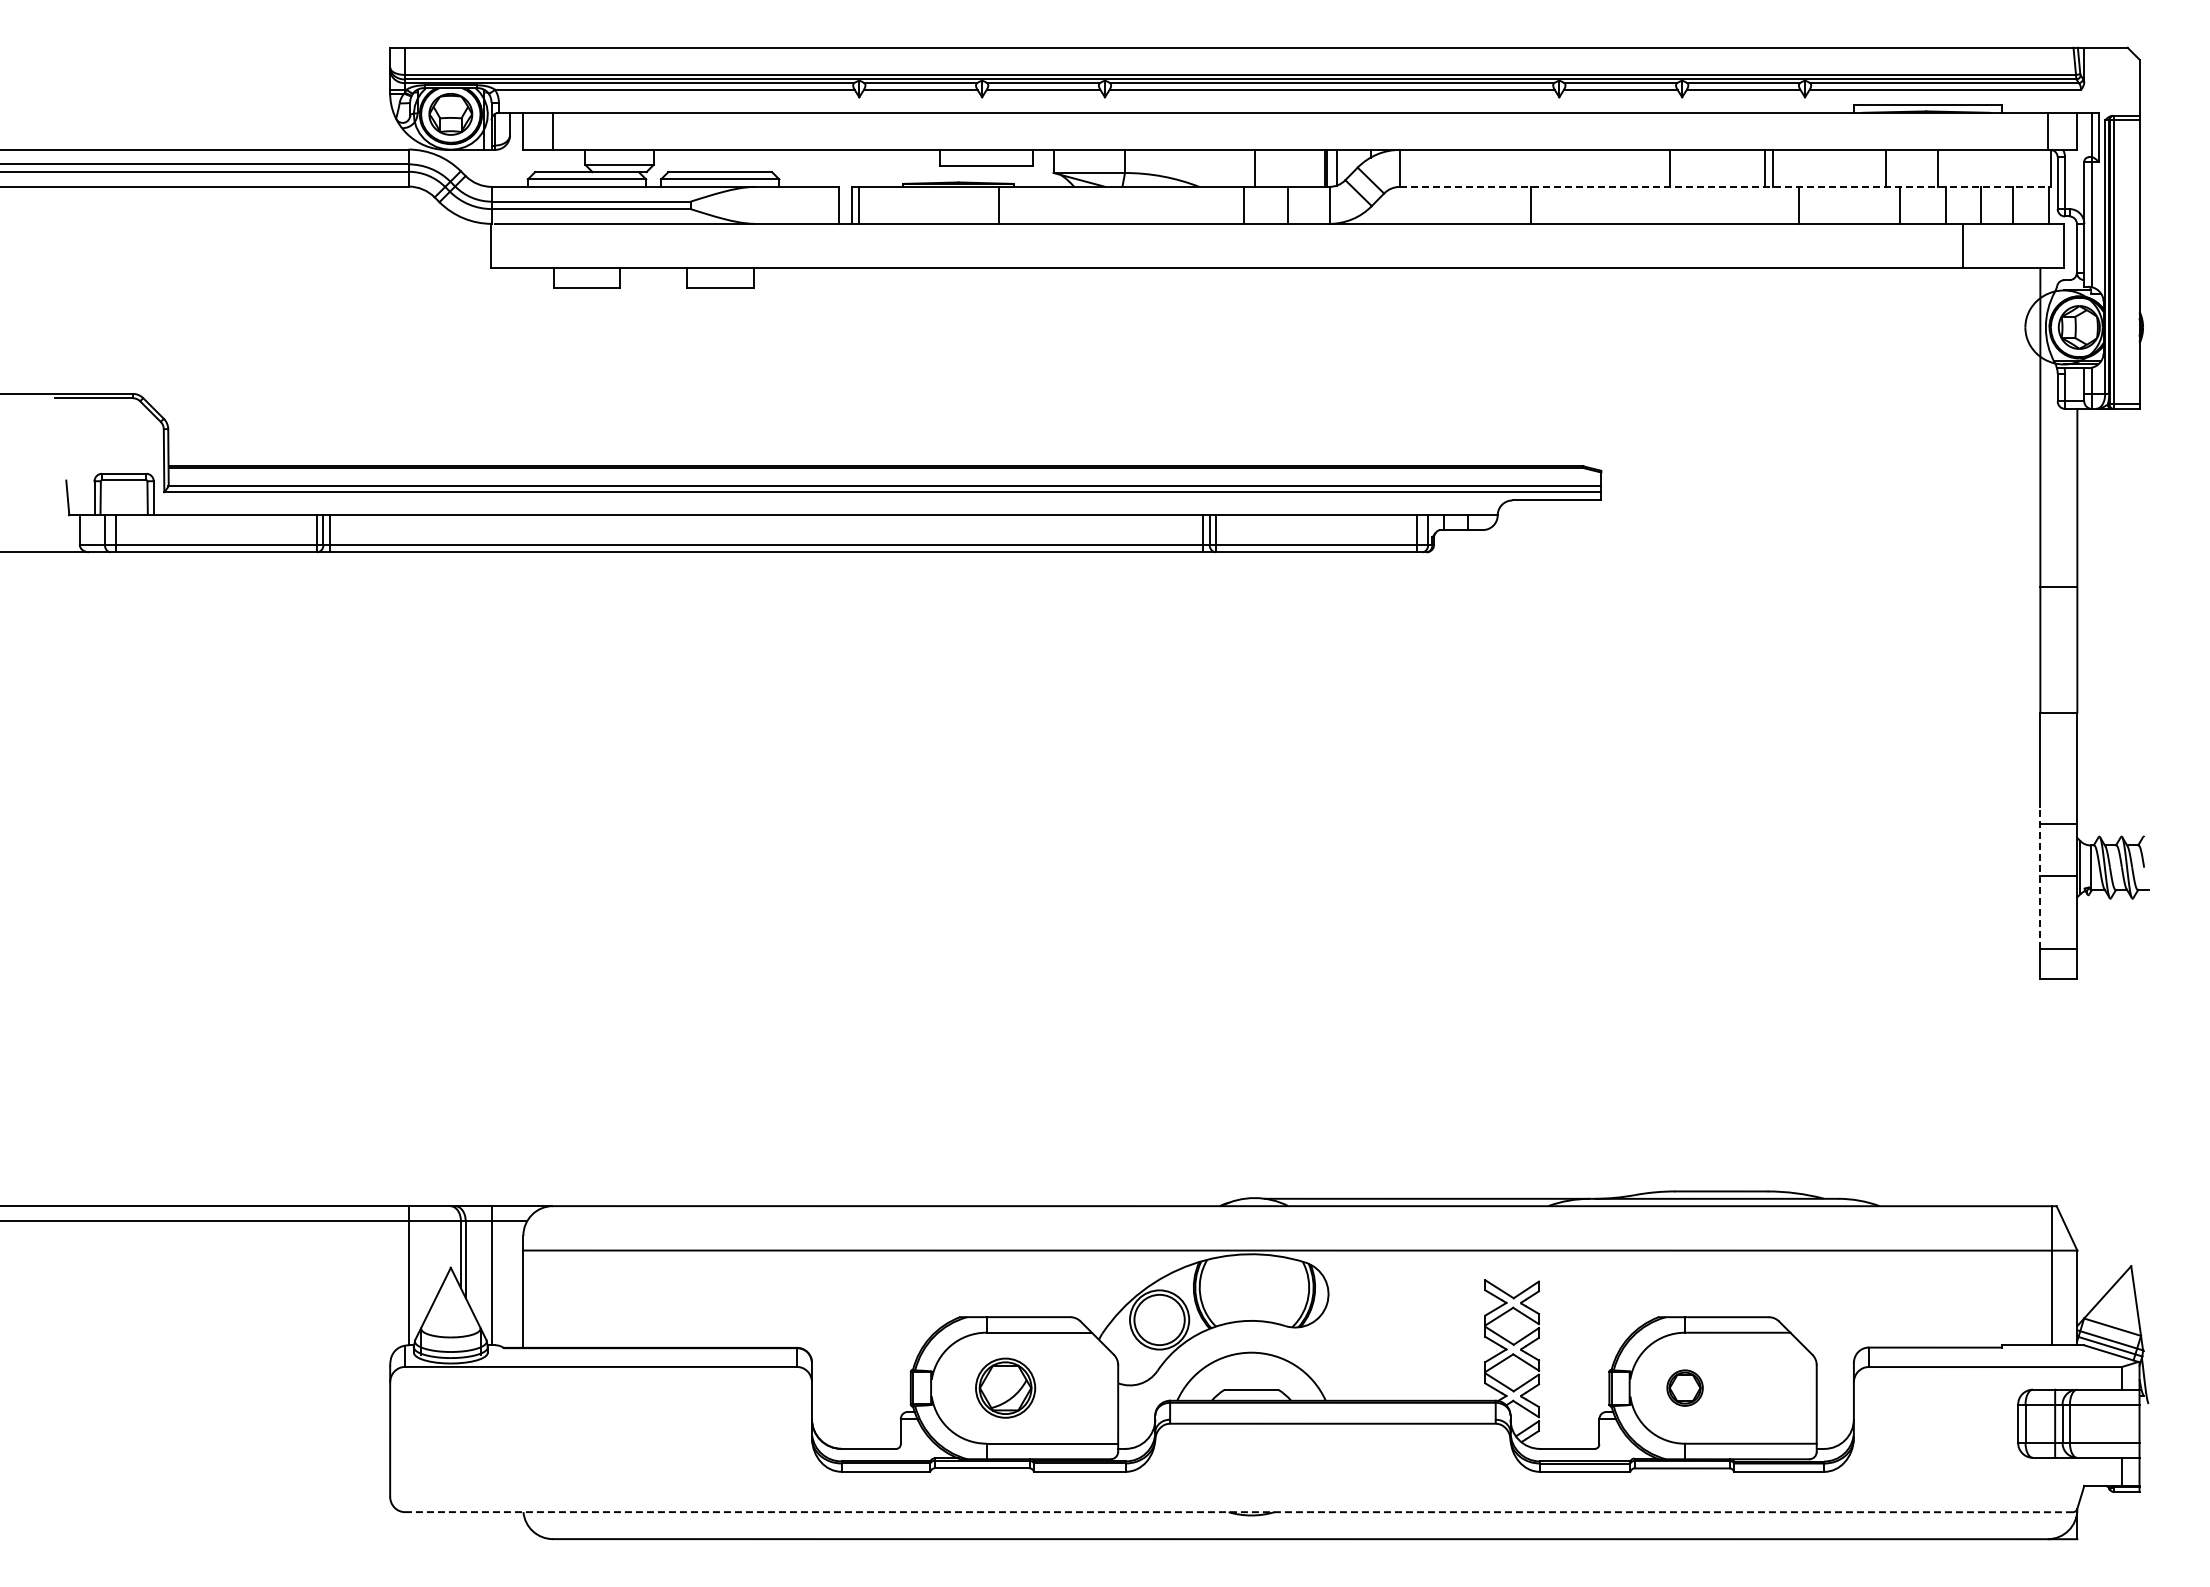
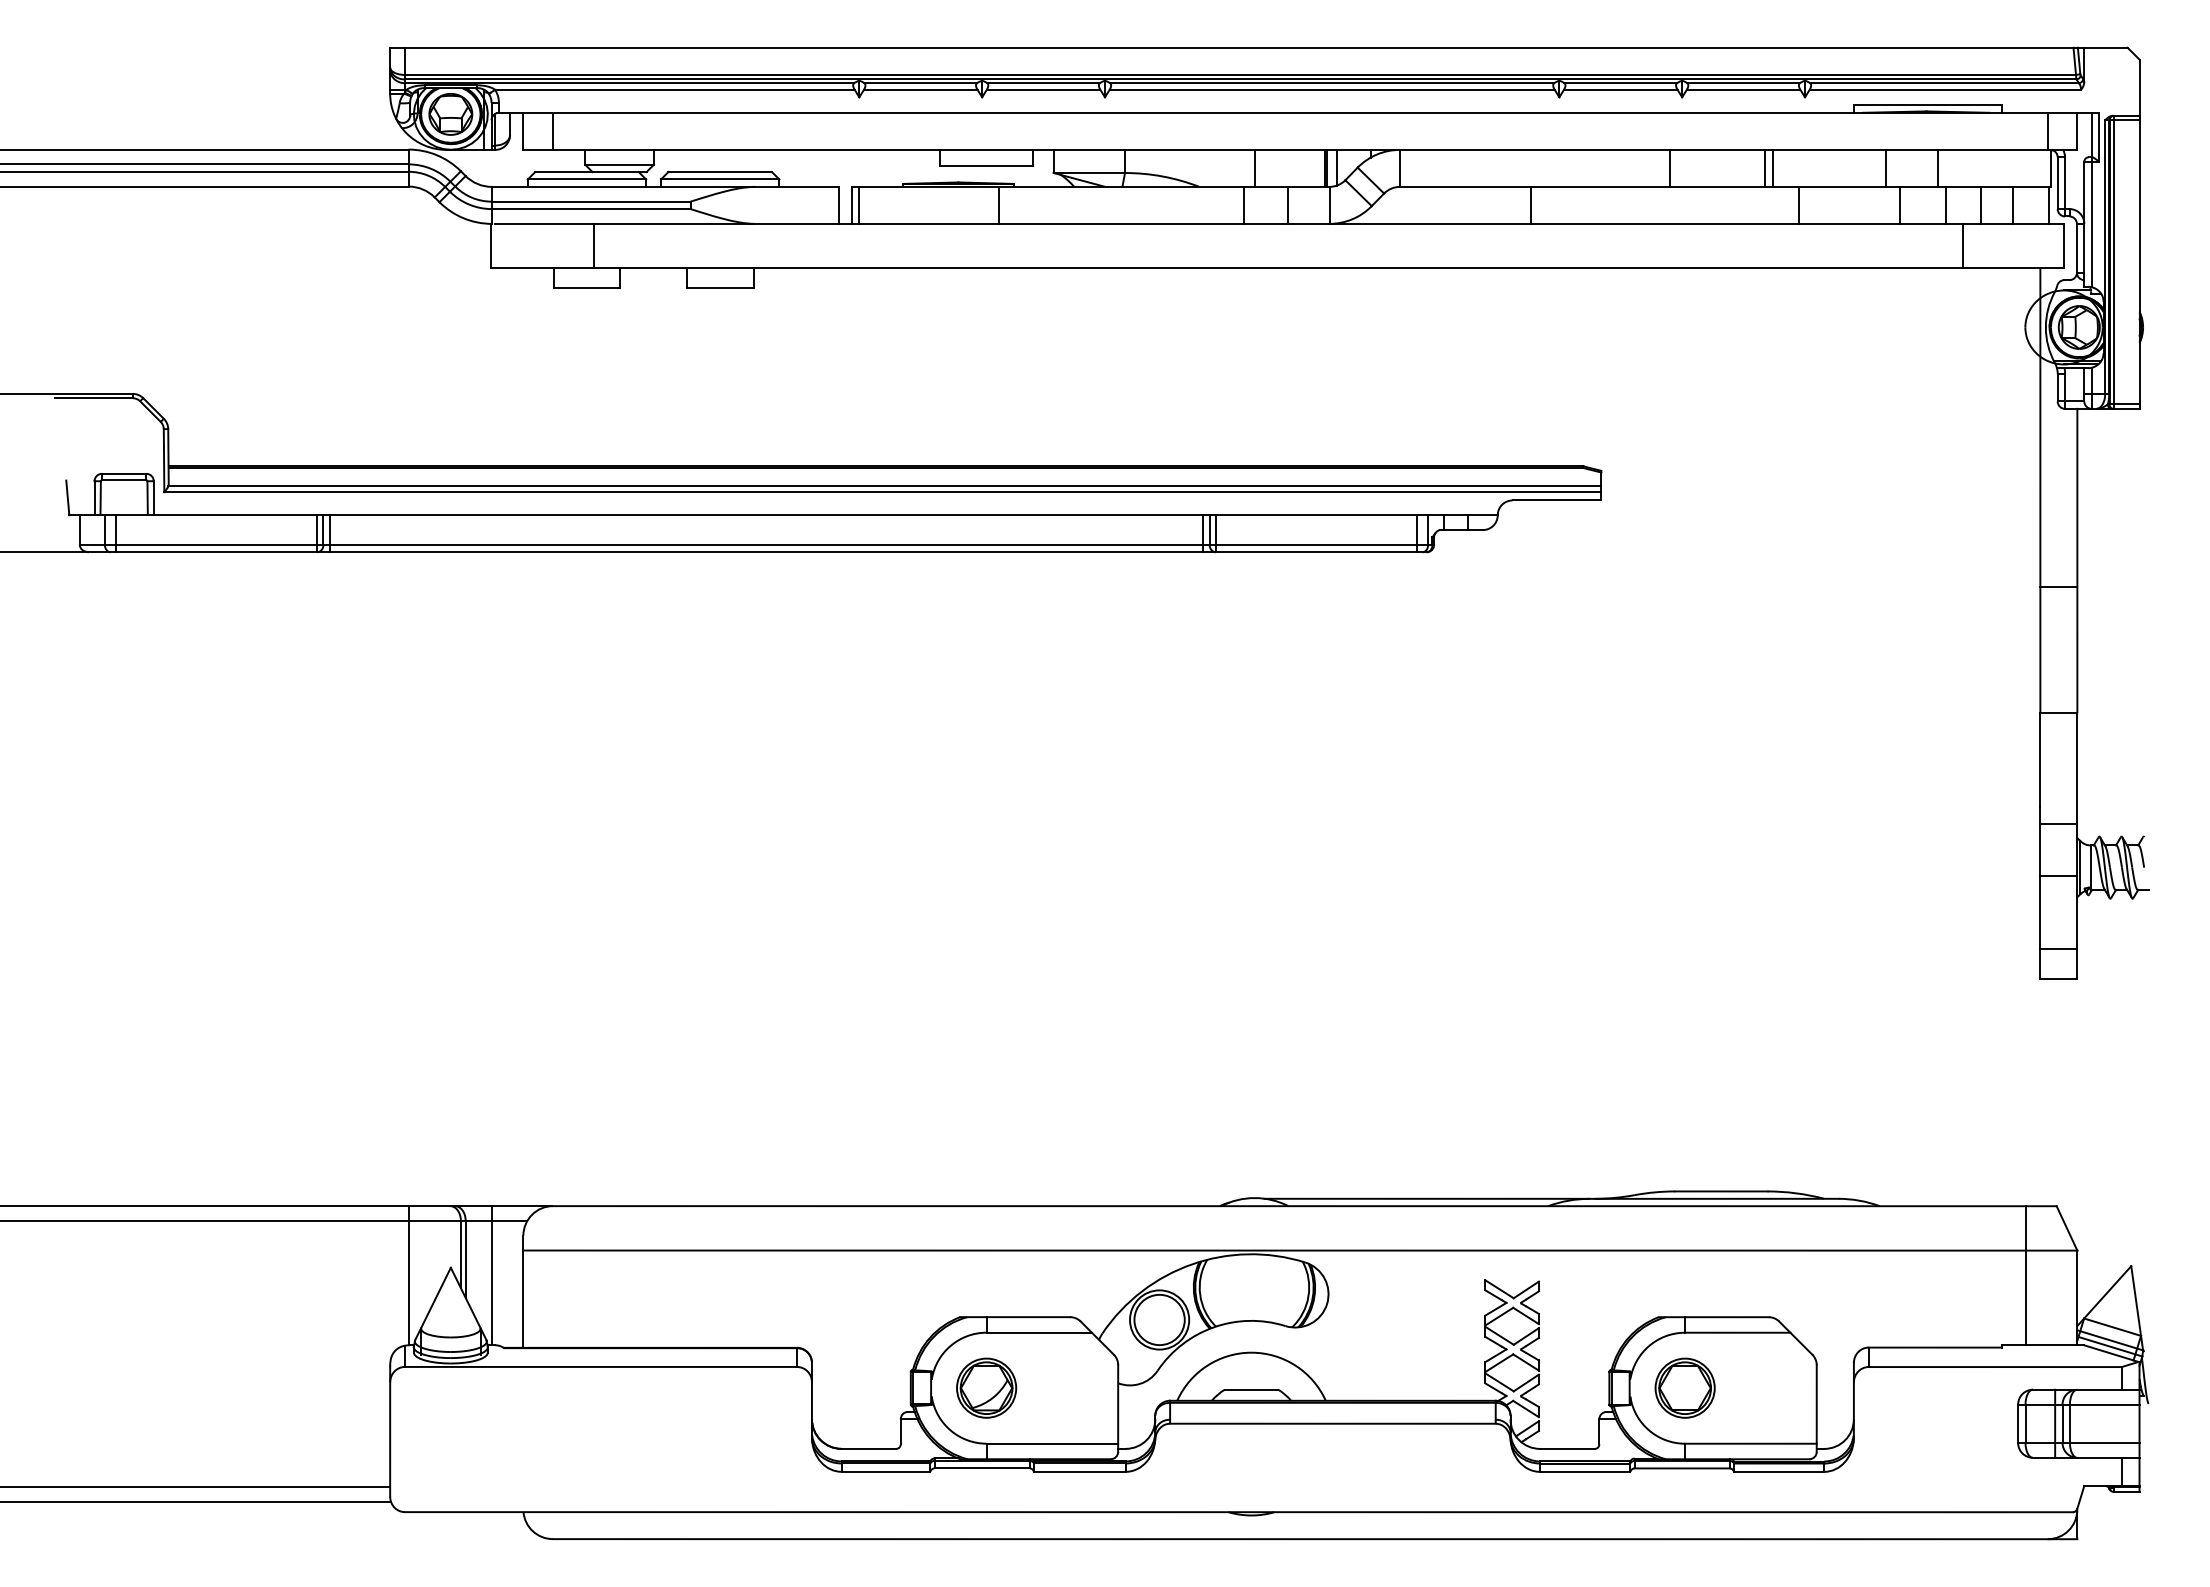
line at (1725, 186): dashed -> solid
line at (594, 245): none -> present
line at (2040, 878): dashed -> solid
line at (2051, 1275) position: (2051, 1275) -> (2025, 1275)
part at (1005, 1387) position: (1005, 1387) -> (986, 1387)
part at (1684, 1387) size: 38x38 px -> 62x62 px
line at (196, 1487): none -> present
line at (196, 1502): none -> present
line at (1238, 1512): dashed -> solid
